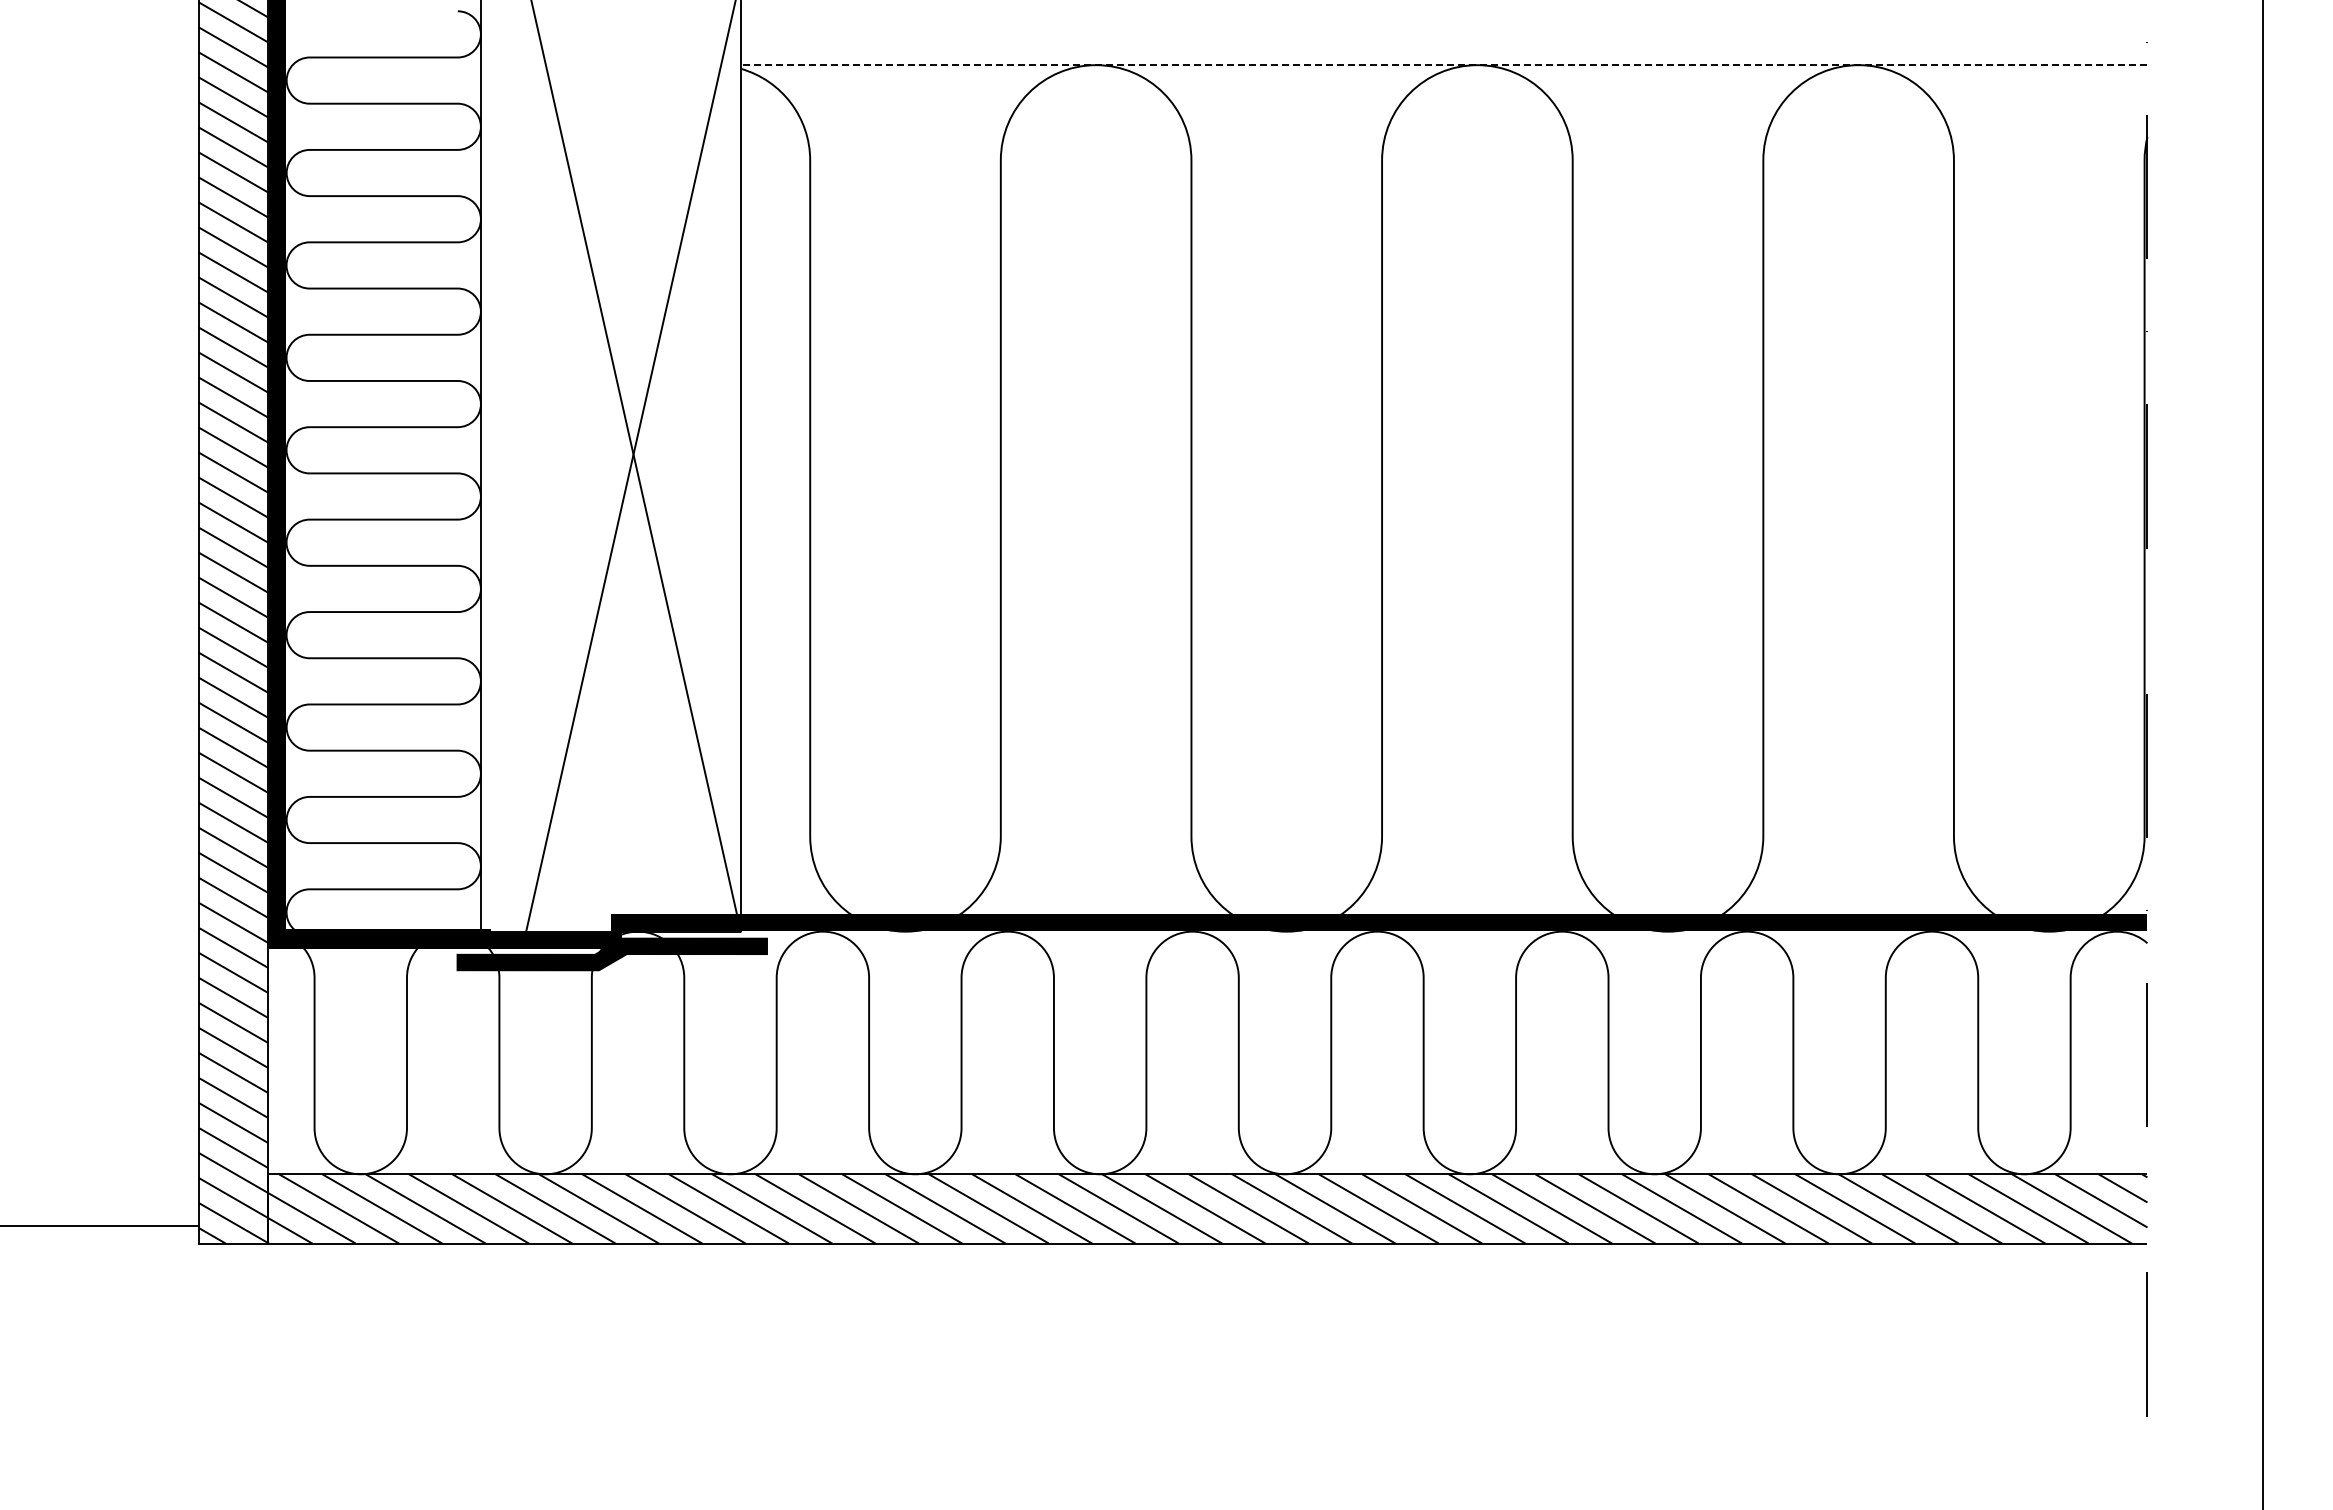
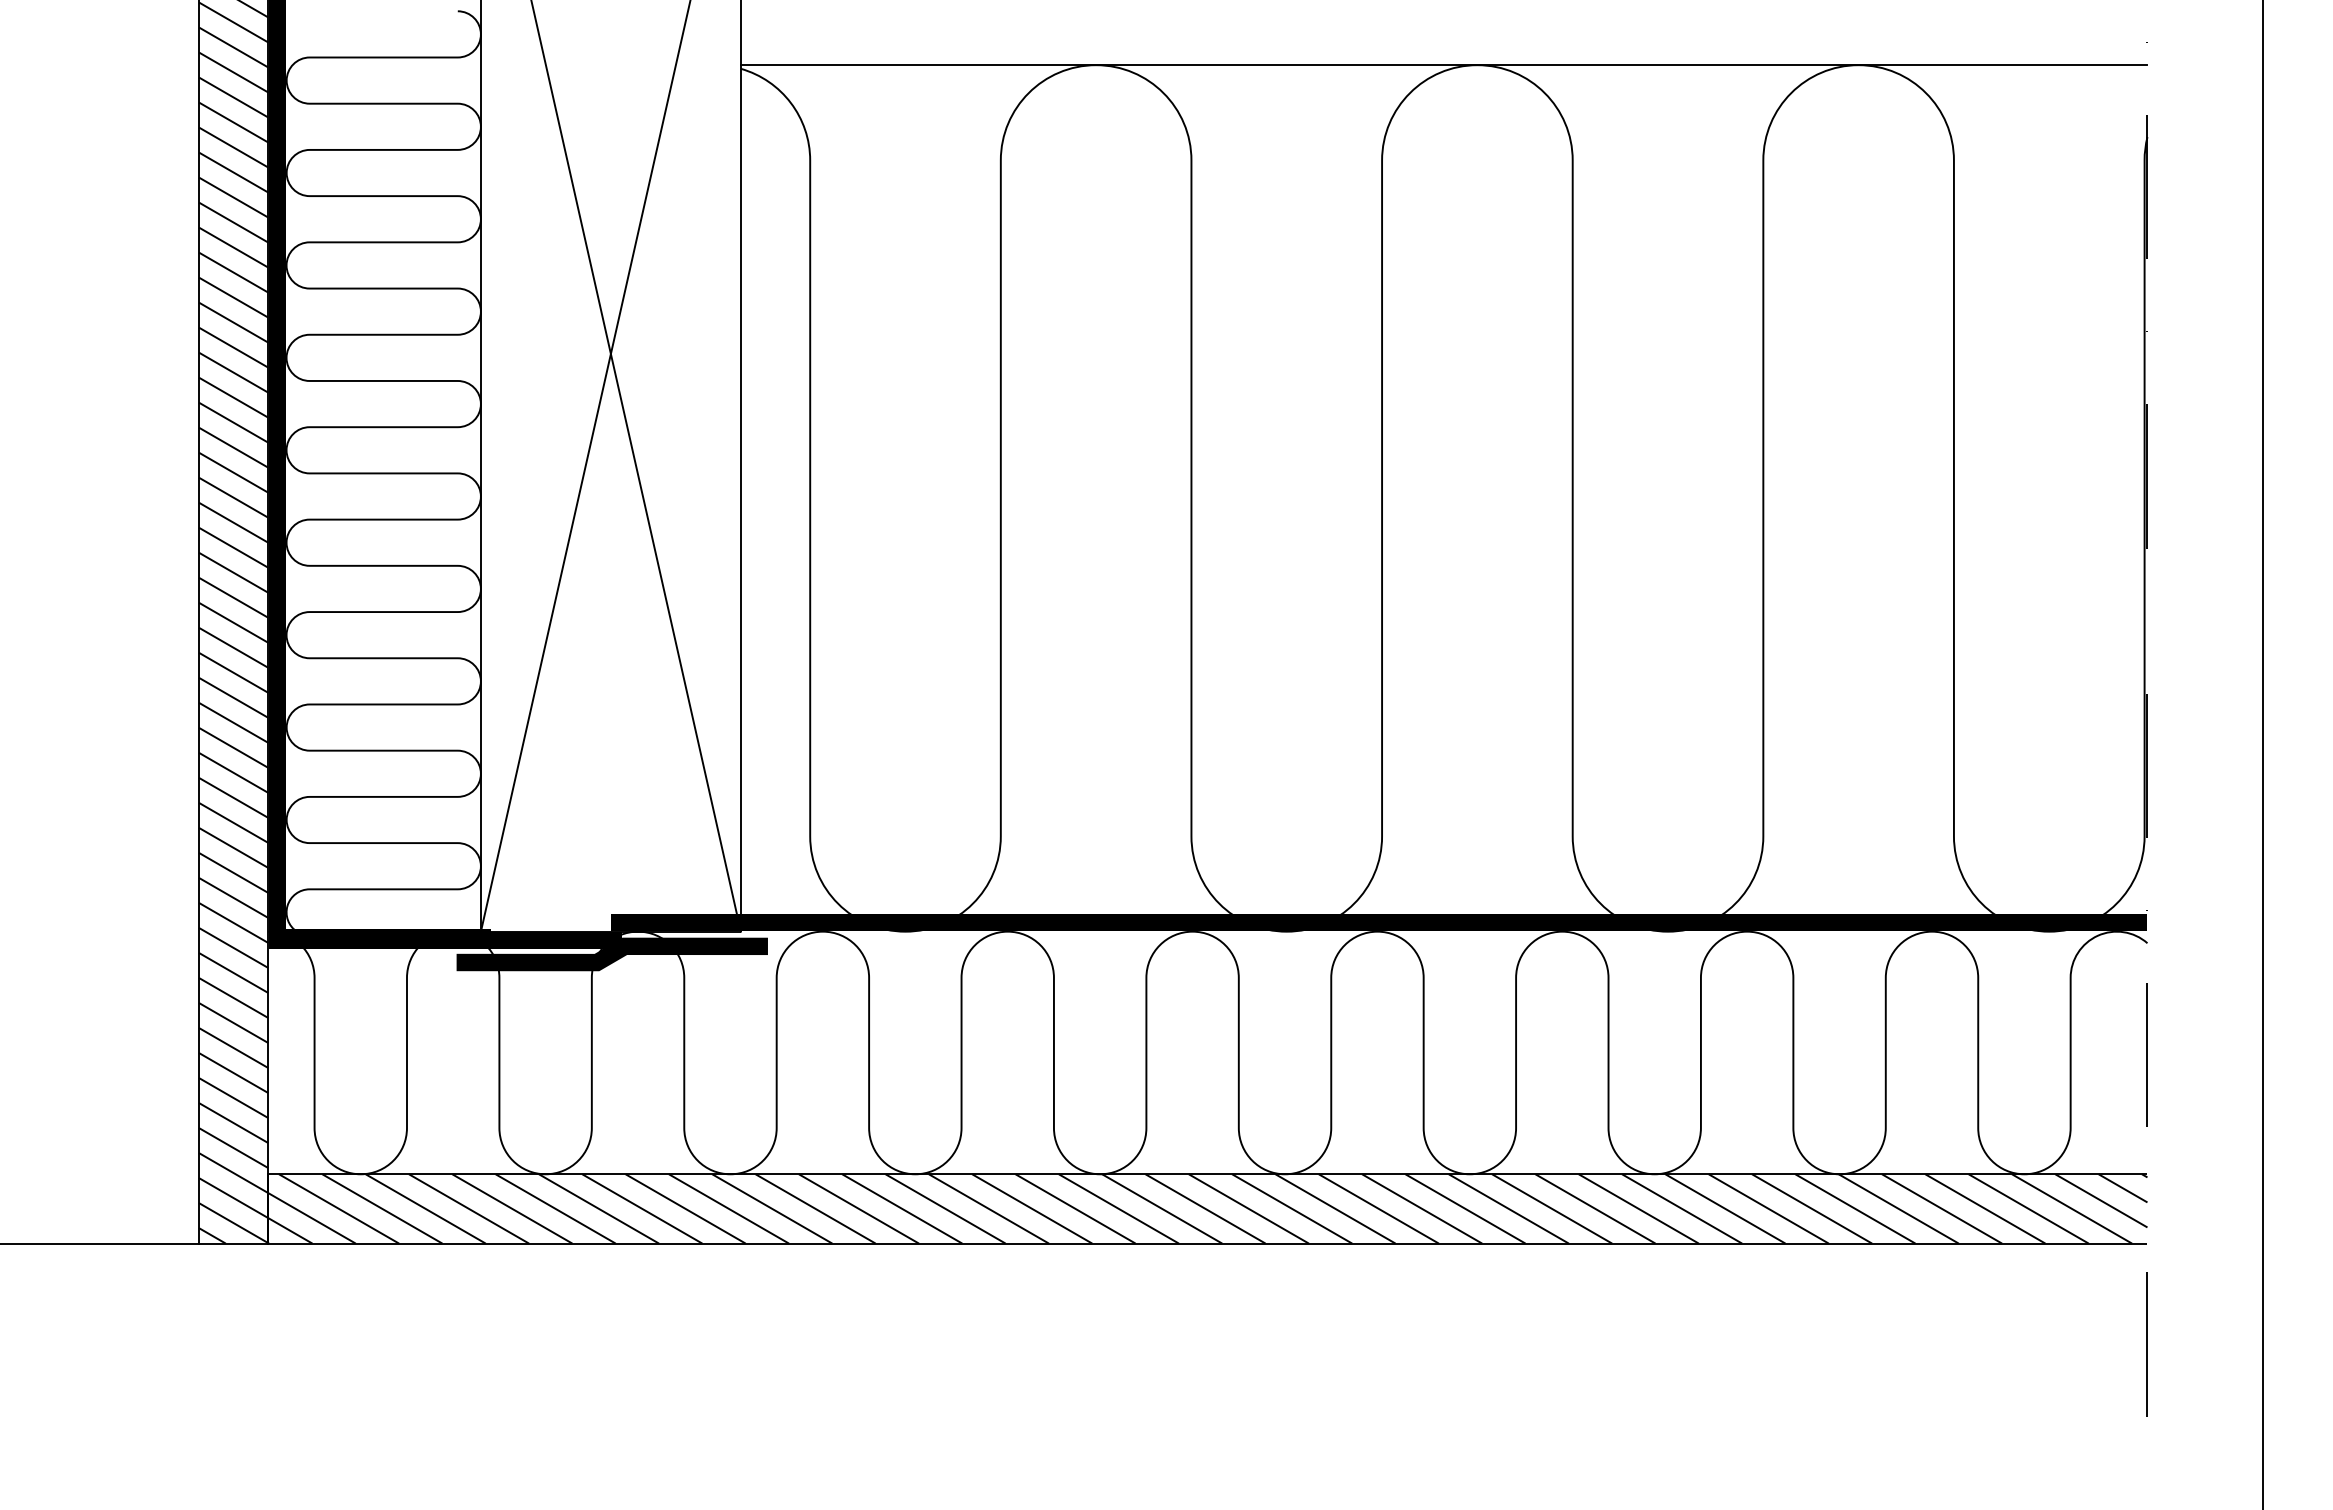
line at (1443, 65): dashed -> solid
line at (629, 471) position: (629, 471) -> (584, 466)
line at (100, 1225) position: (100, 1225) -> (100, 1243)
